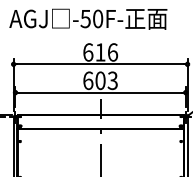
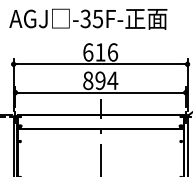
text at (92, 18): -50F- -> -35F-
text at (100, 80): 603 -> 894
